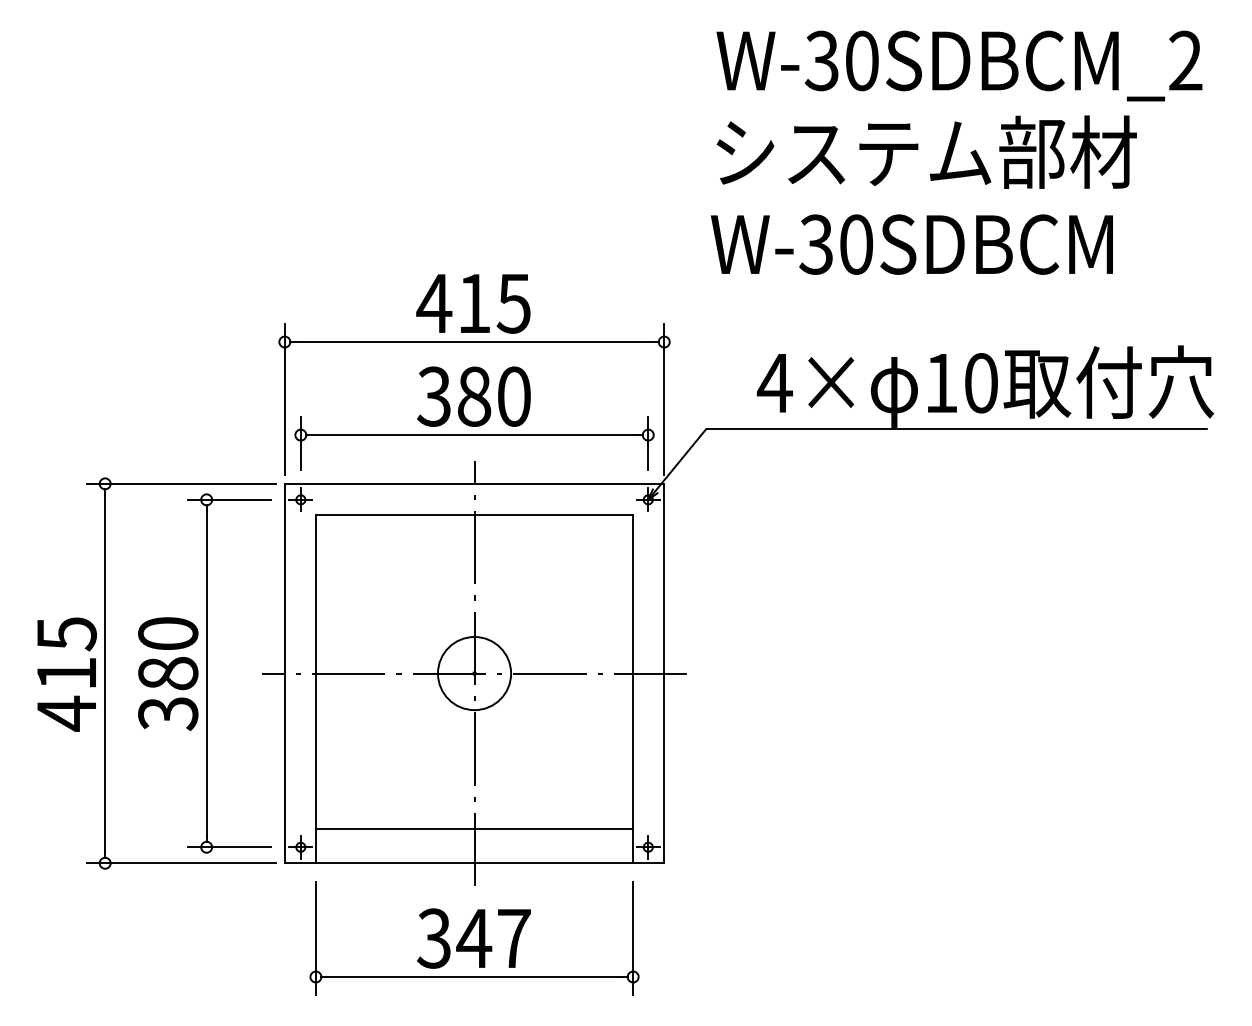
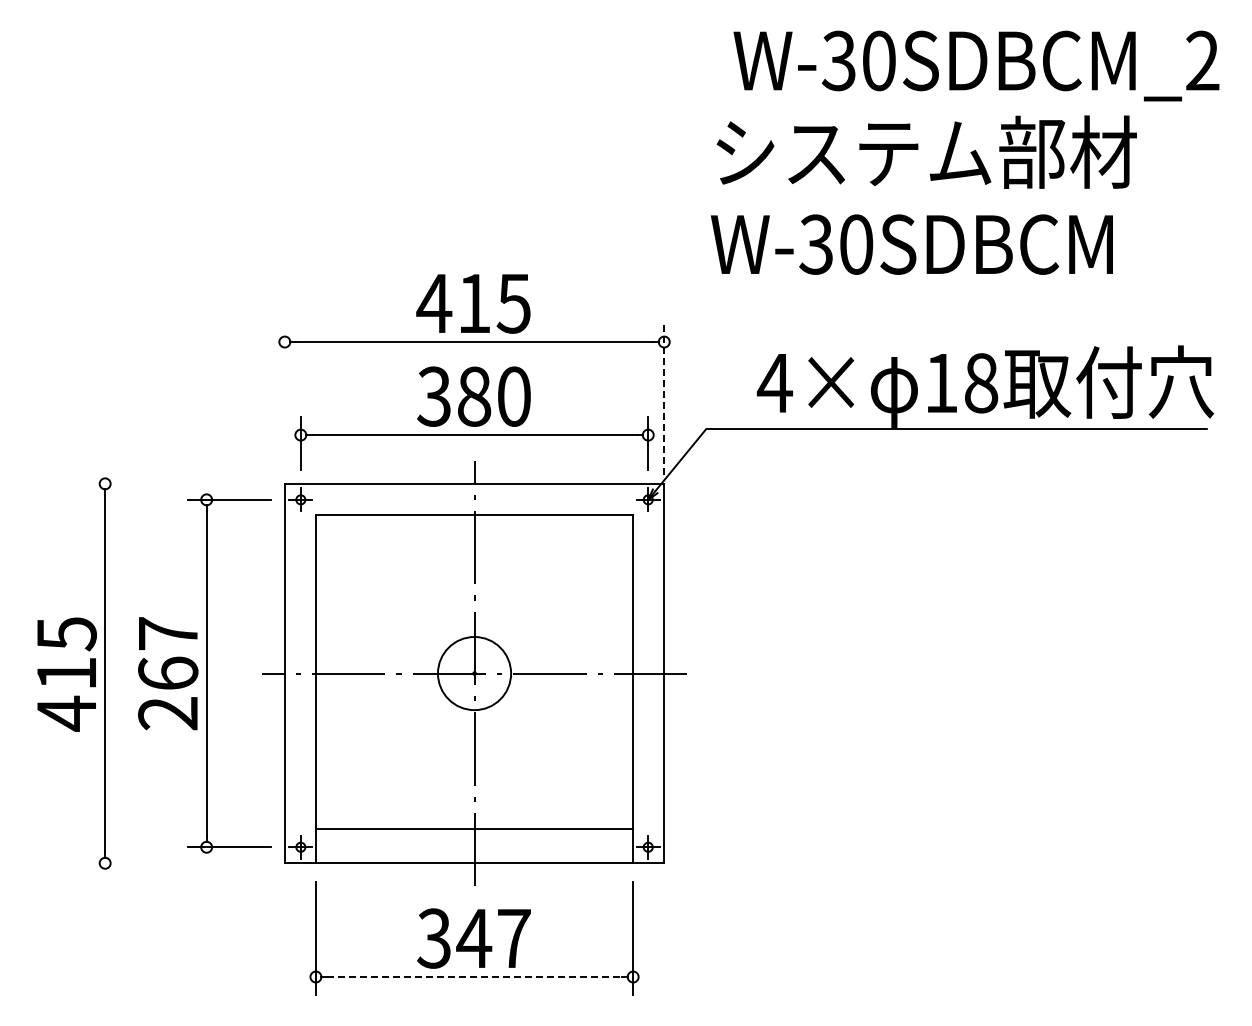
text at (959, 65) position: (959, 65) -> (976, 65)
text at (981, 383): 10 -> 18
line at (284, 398): present -> none
line at (664, 398): solid -> dashed
line at (180, 483): present -> none
text at (168, 674): 380 -> 267
line at (180, 863): present -> none
line at (474, 977): solid -> dashed
